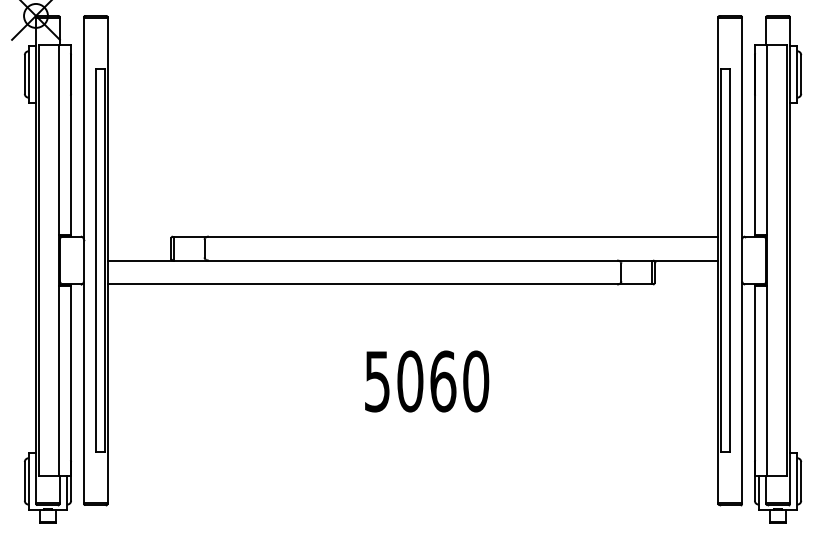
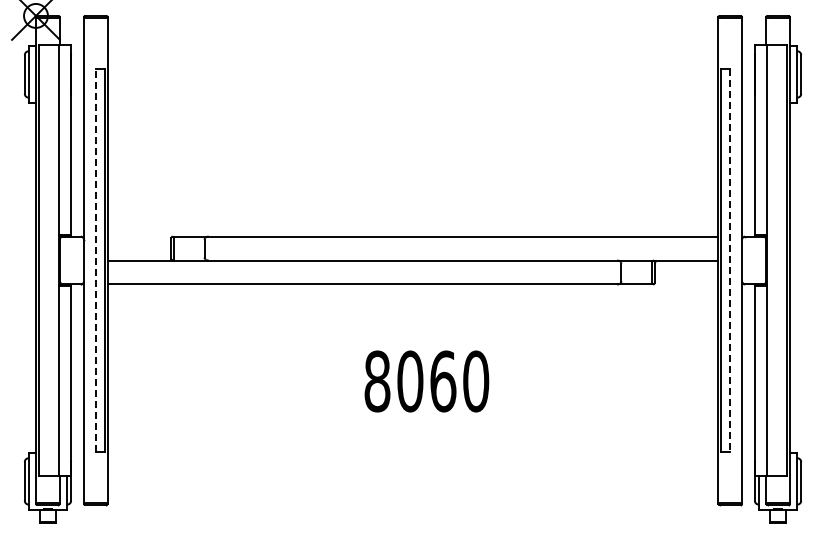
line at (95, 260): solid -> dashed
line at (730, 261): solid -> dashed
text at (377, 381): 5060 -> 8060
